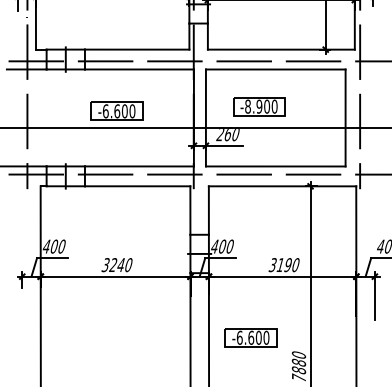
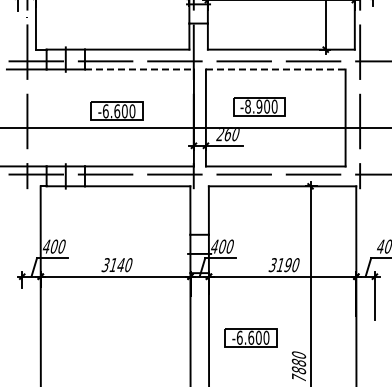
line at (139, 69): solid -> dashed
line at (275, 69): solid -> dashed
text at (113, 264): 3240 -> 3140
